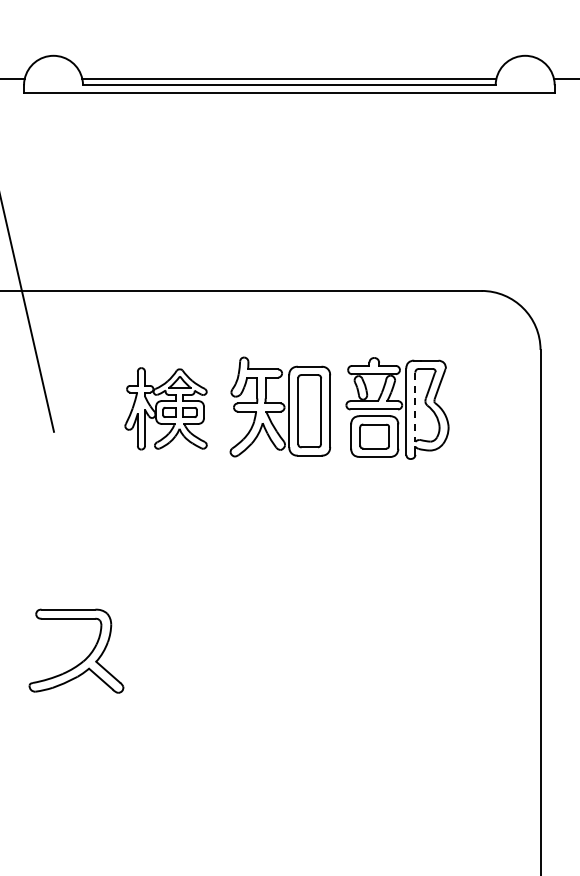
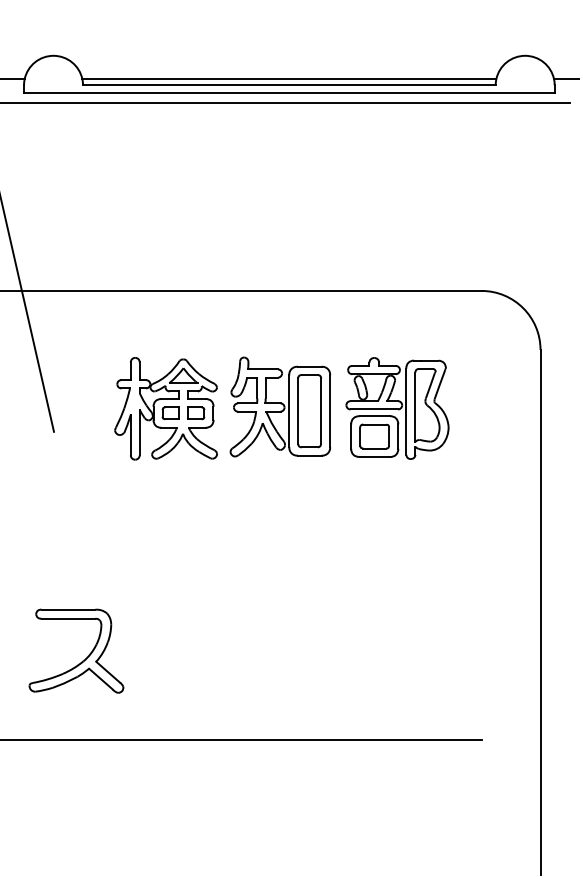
line at (286, 103): none -> present
line at (415, 407): dashed -> solid
part at (165, 408) size: 84x84 px -> 104x104 px
line at (241, 740): none -> present
